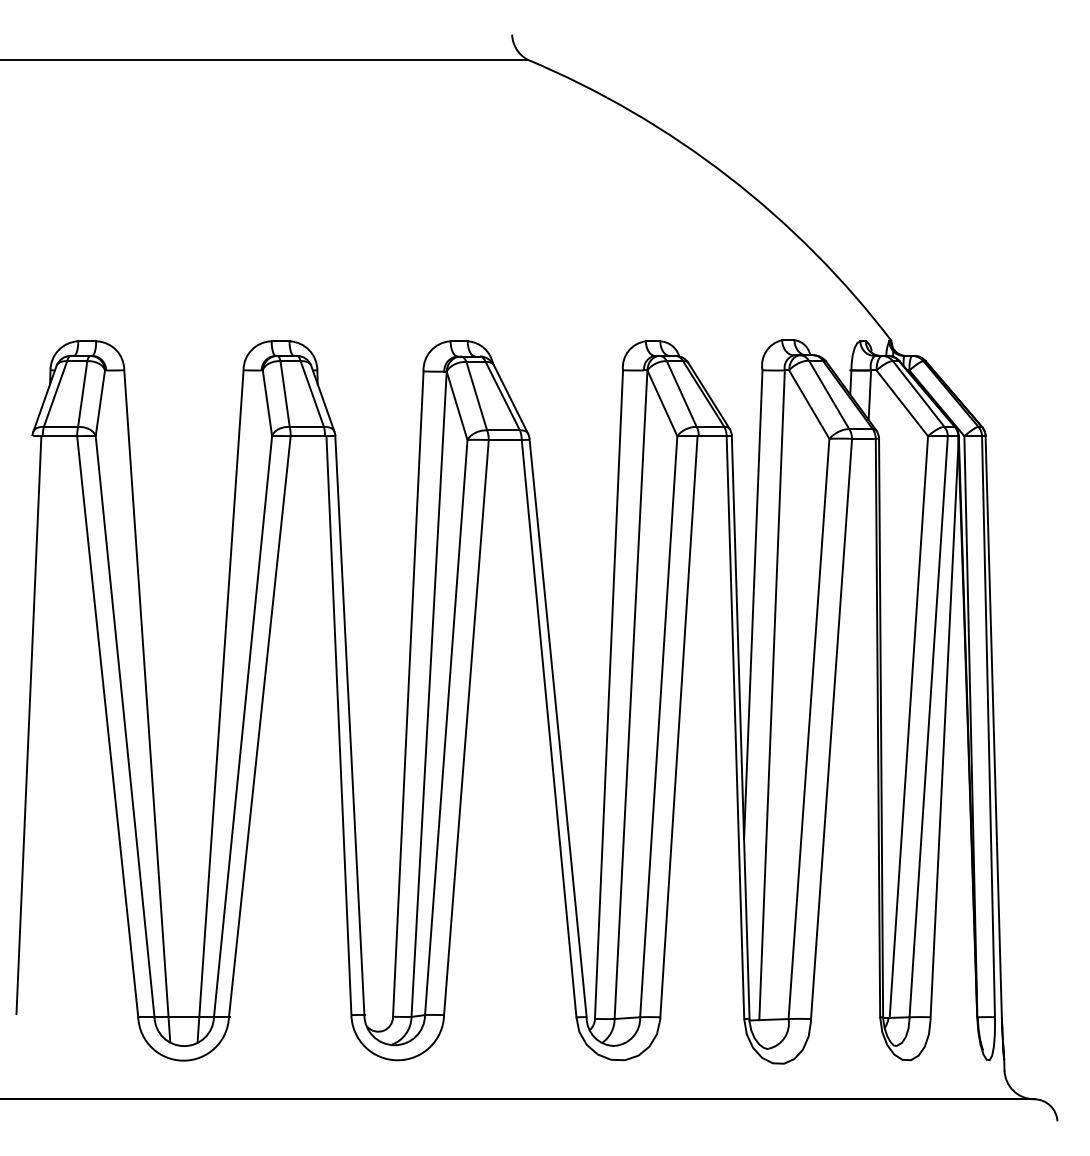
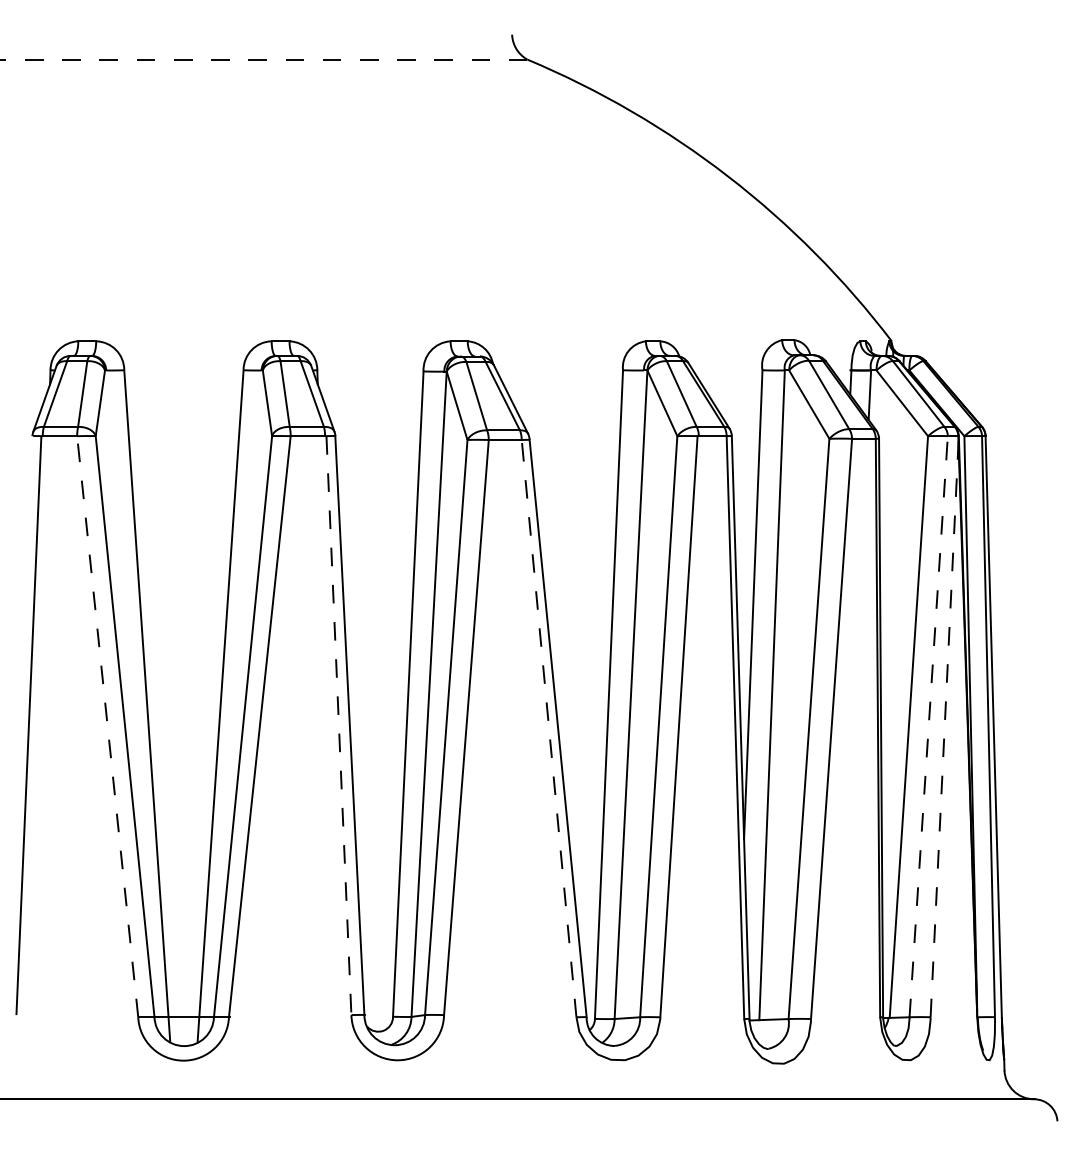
line at (263, 59): solid -> dashed
line at (338, 724): solid -> dashed
line at (107, 726): solid -> dashed
line at (928, 726): solid -> dashed
line at (944, 726): solid -> dashed
line at (549, 728): solid -> dashed
